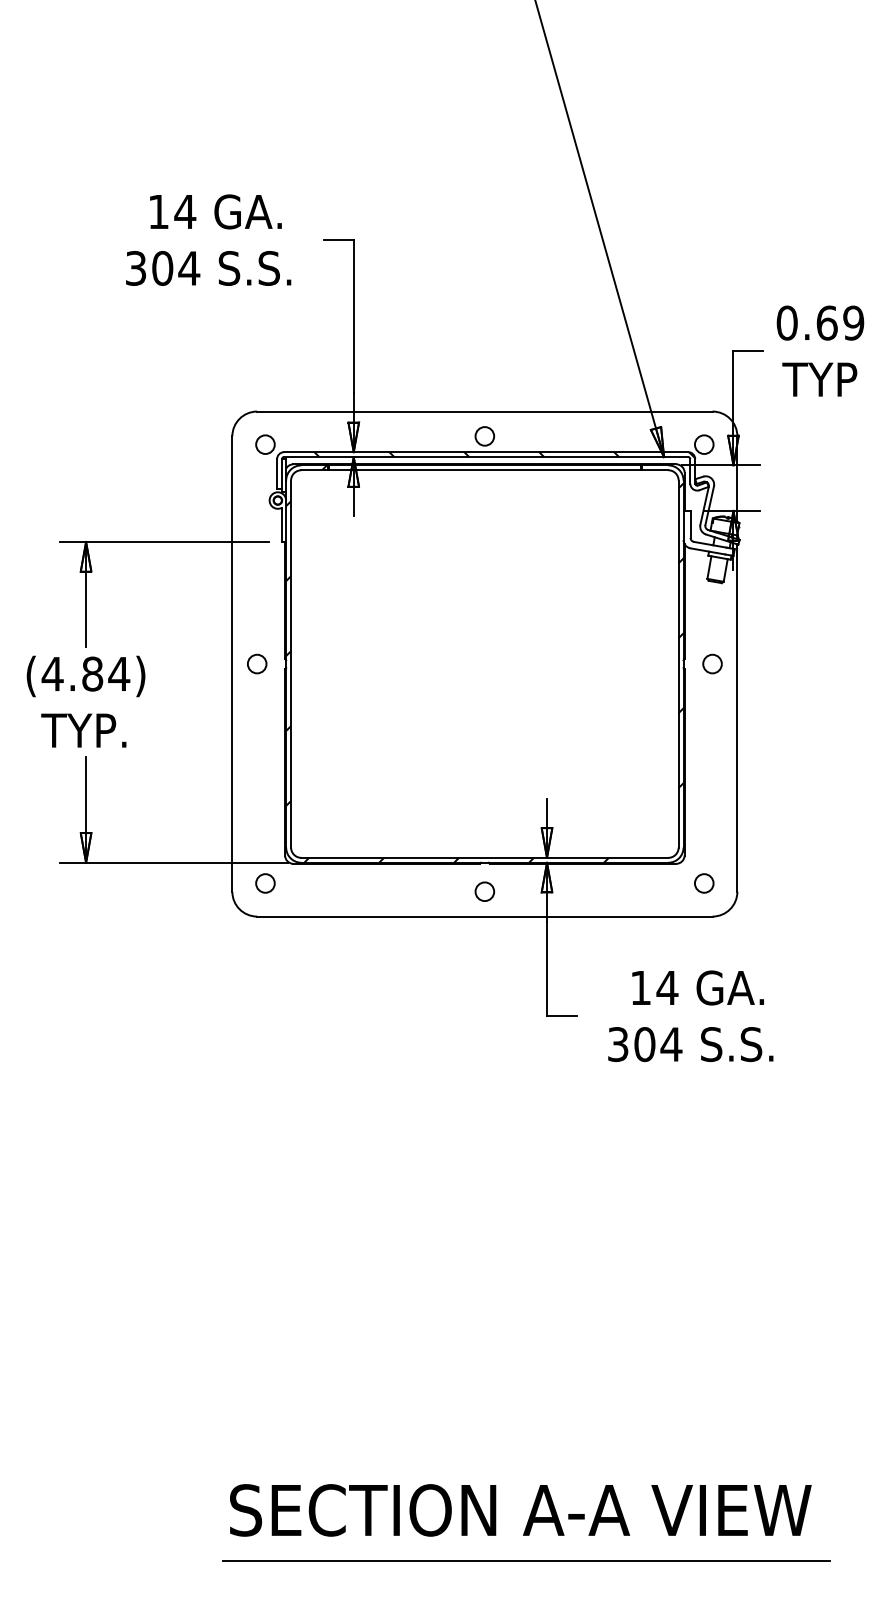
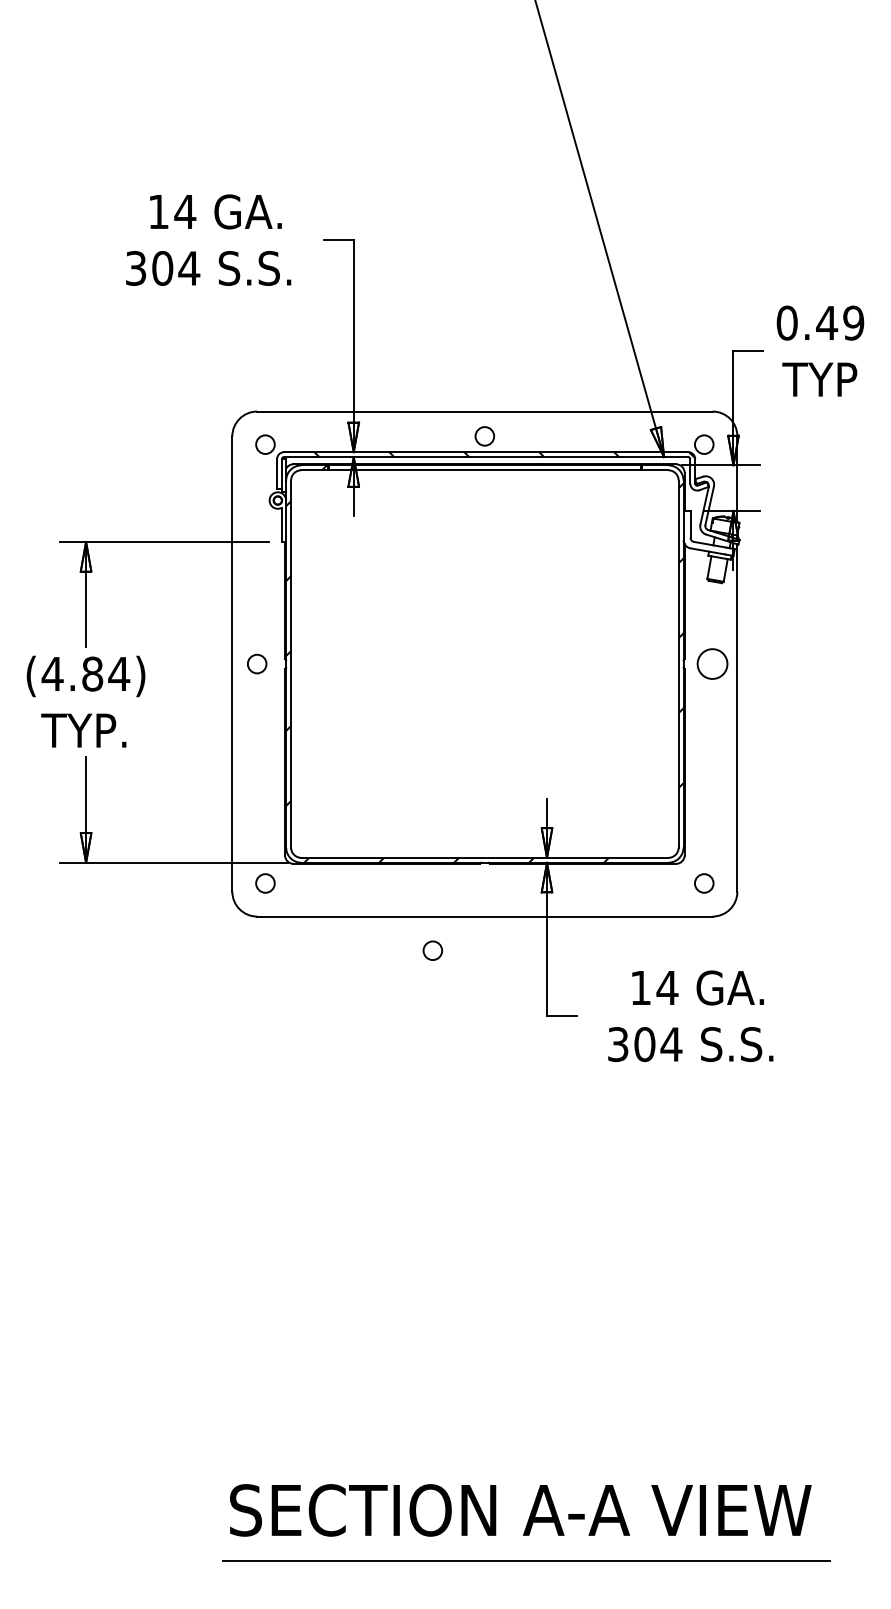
text at (827, 322): 0.69 -> 0.49
circle at (712, 663) diameter: 19 px -> 30 px
circle at (484, 891) position: (484, 891) -> (432, 950)
